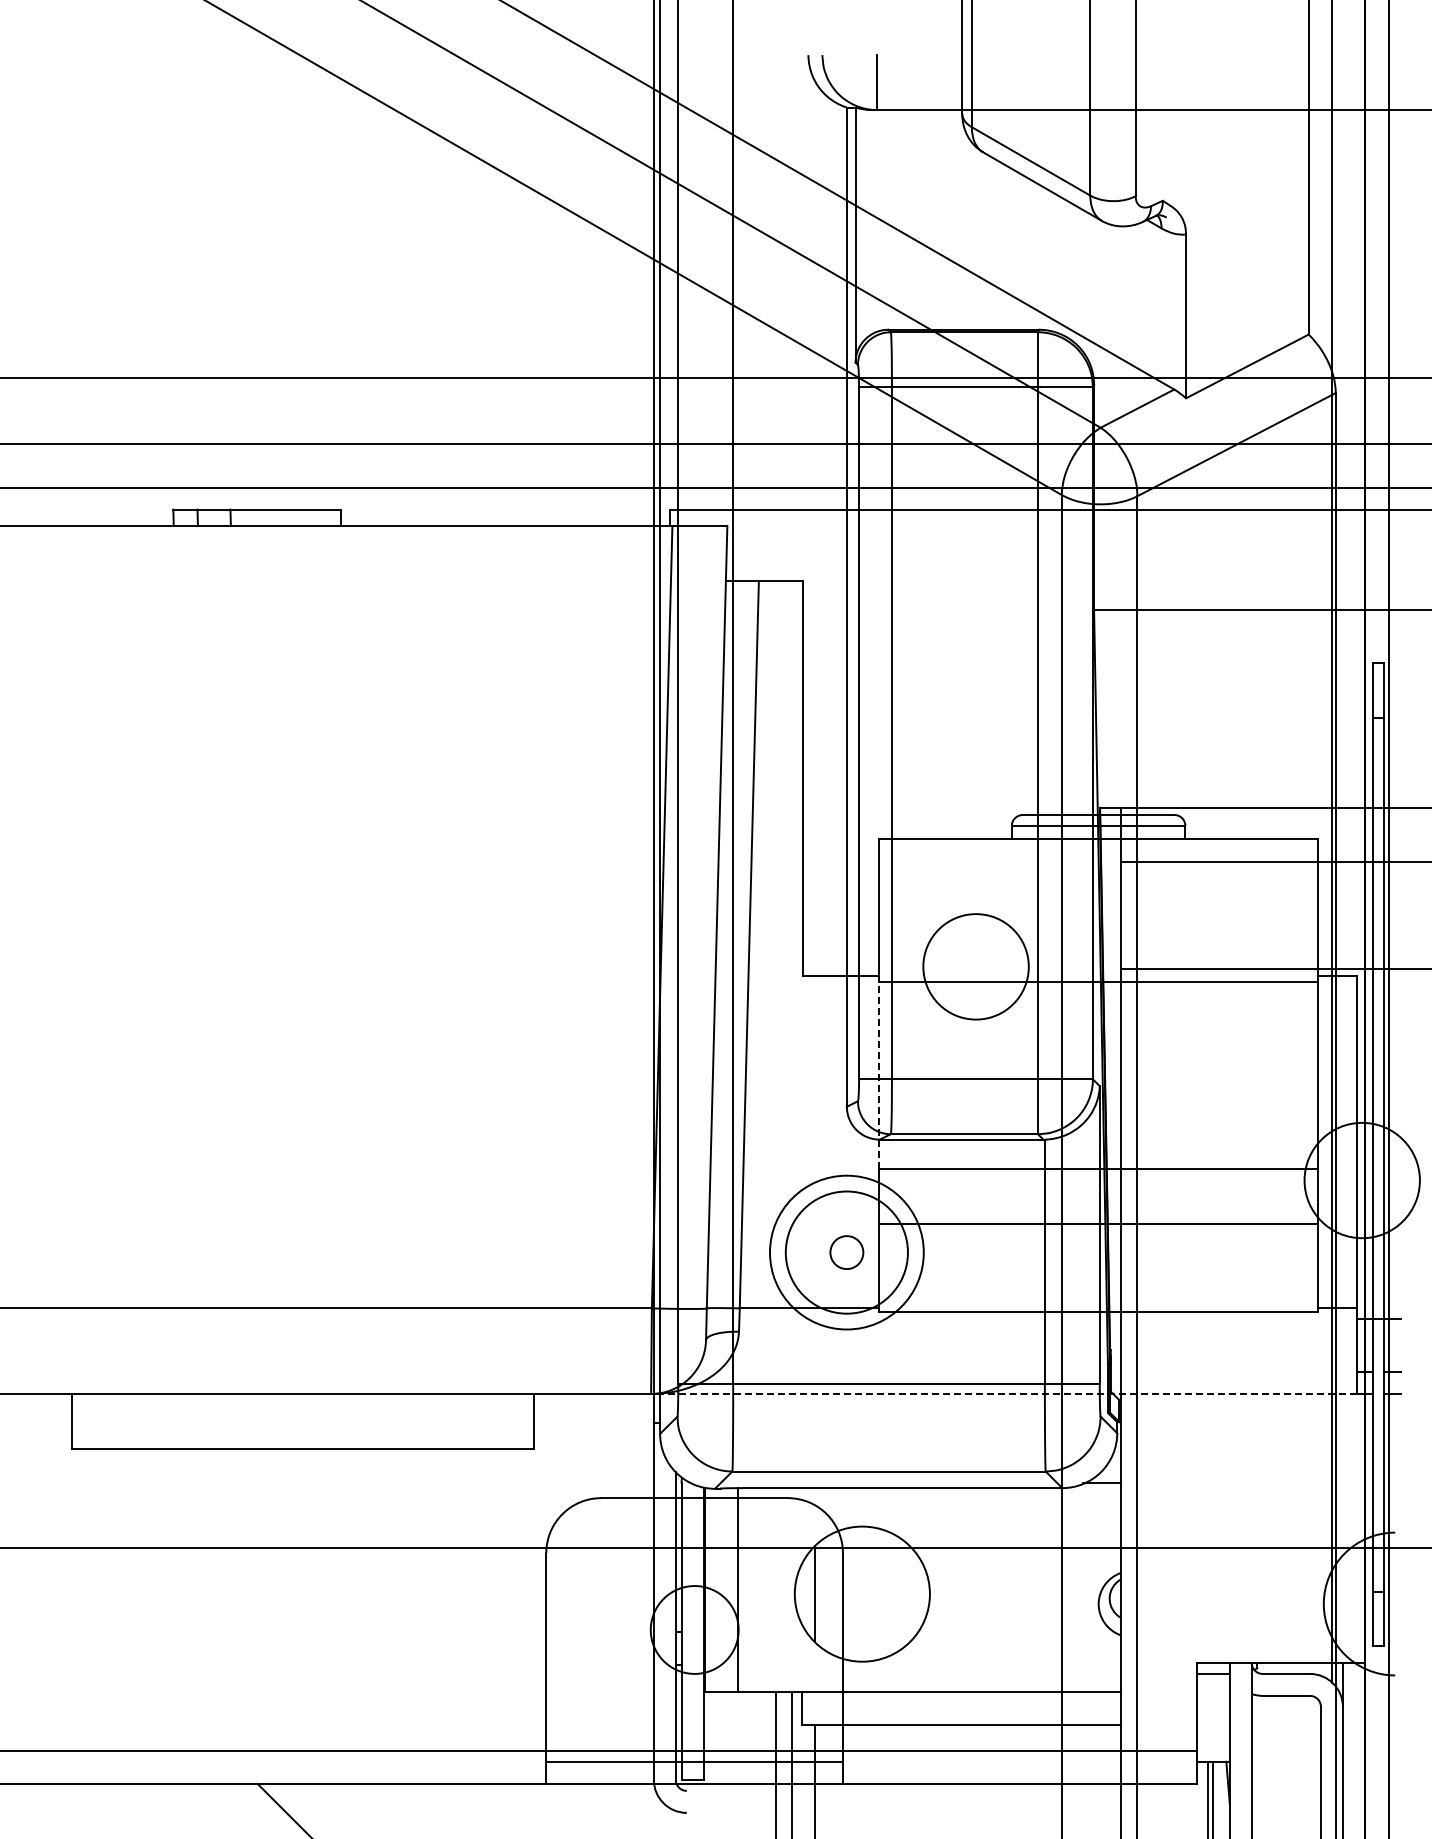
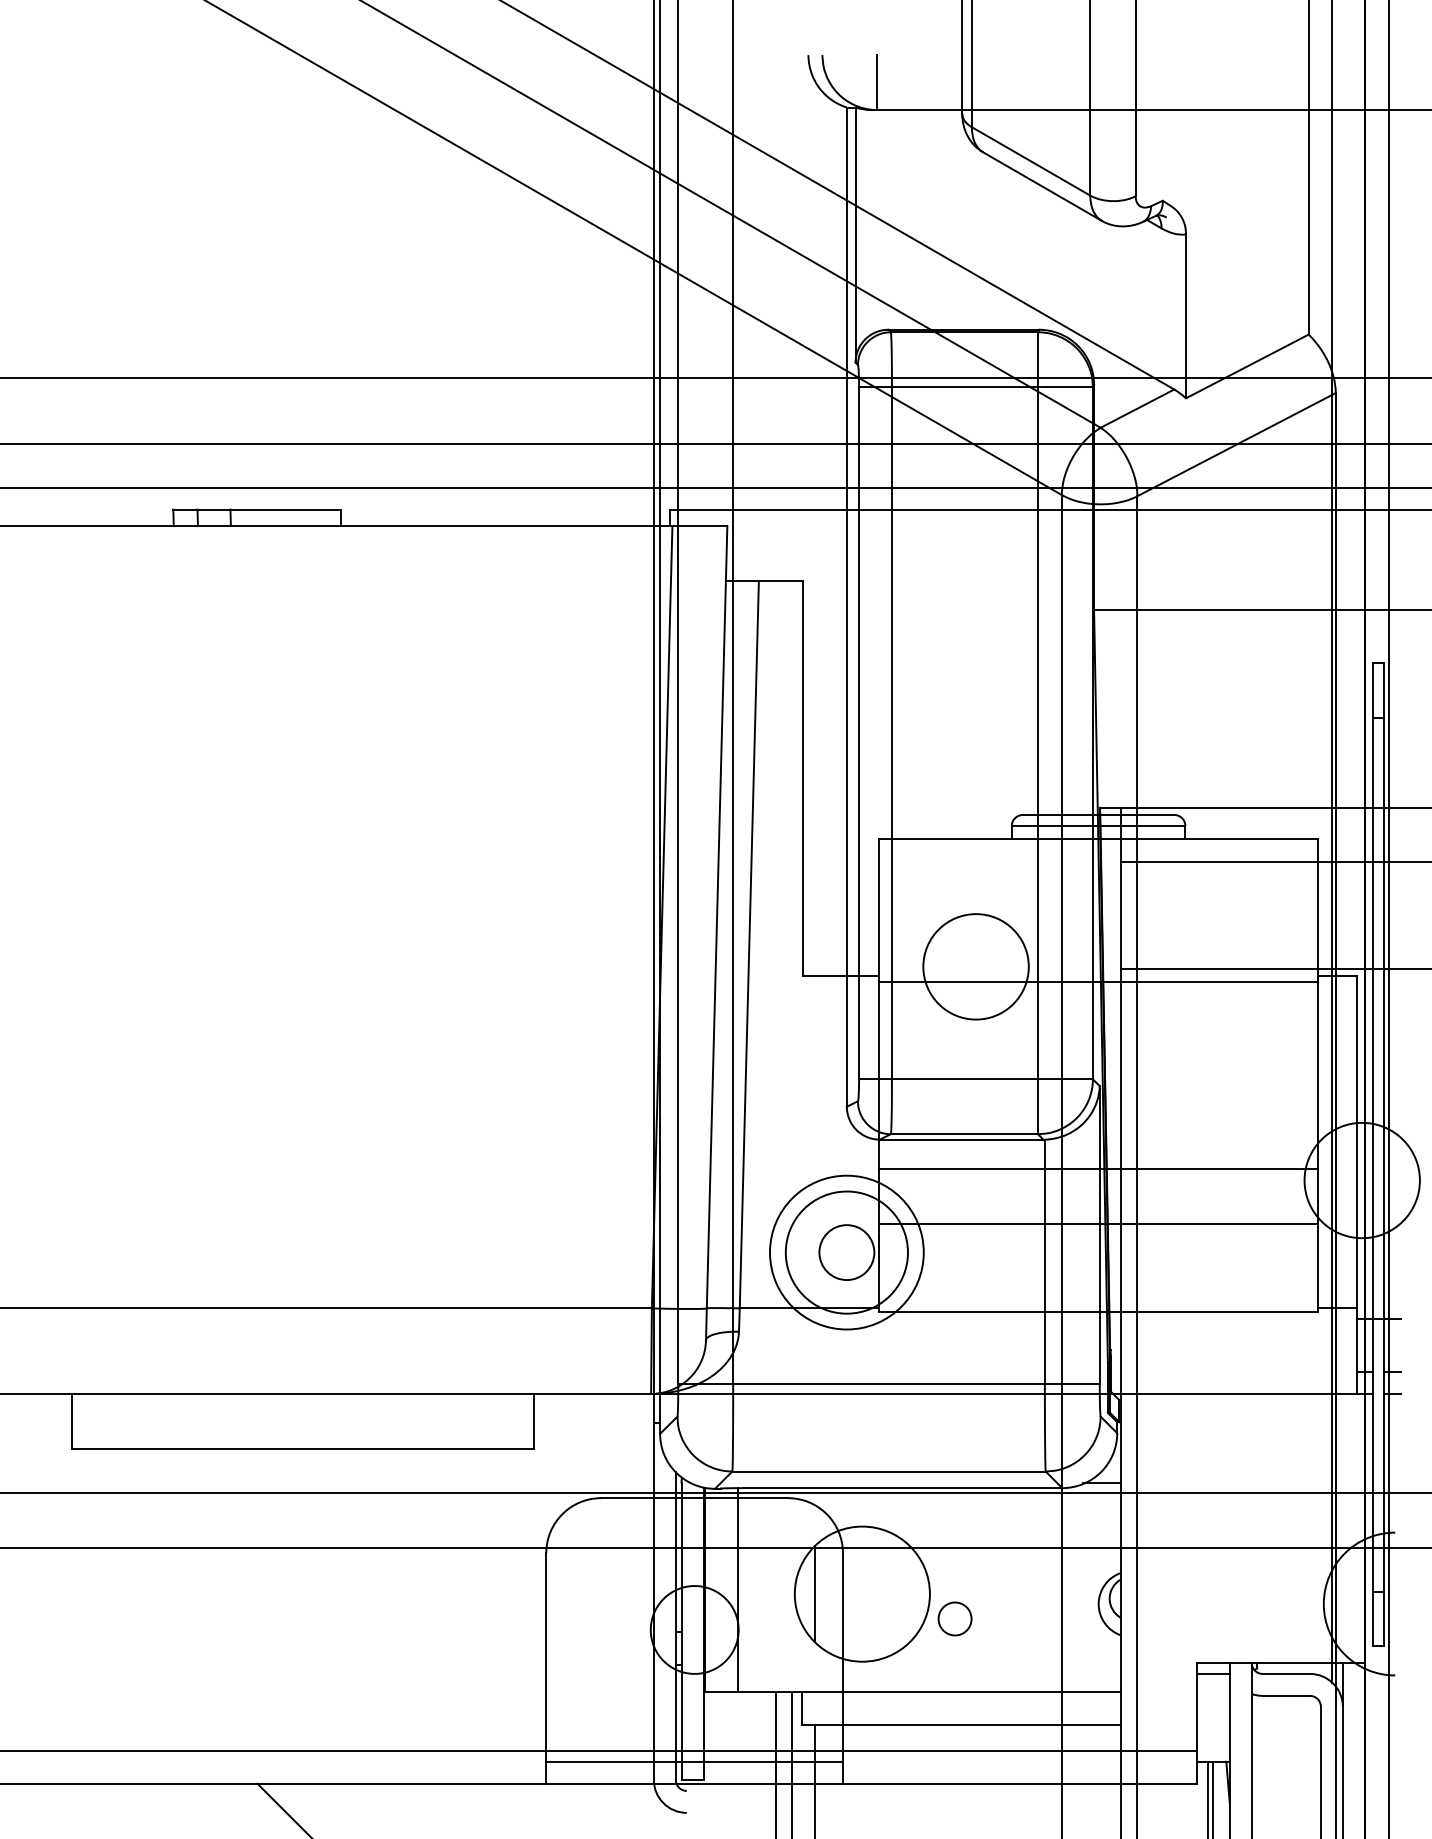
line at (878, 1074): dashed -> solid
circle at (846, 1252) diameter: 33 px -> 55 px
line at (1003, 1393): dashed -> solid
line at (715, 1492): none -> present
circle at (954, 1618): none -> present
